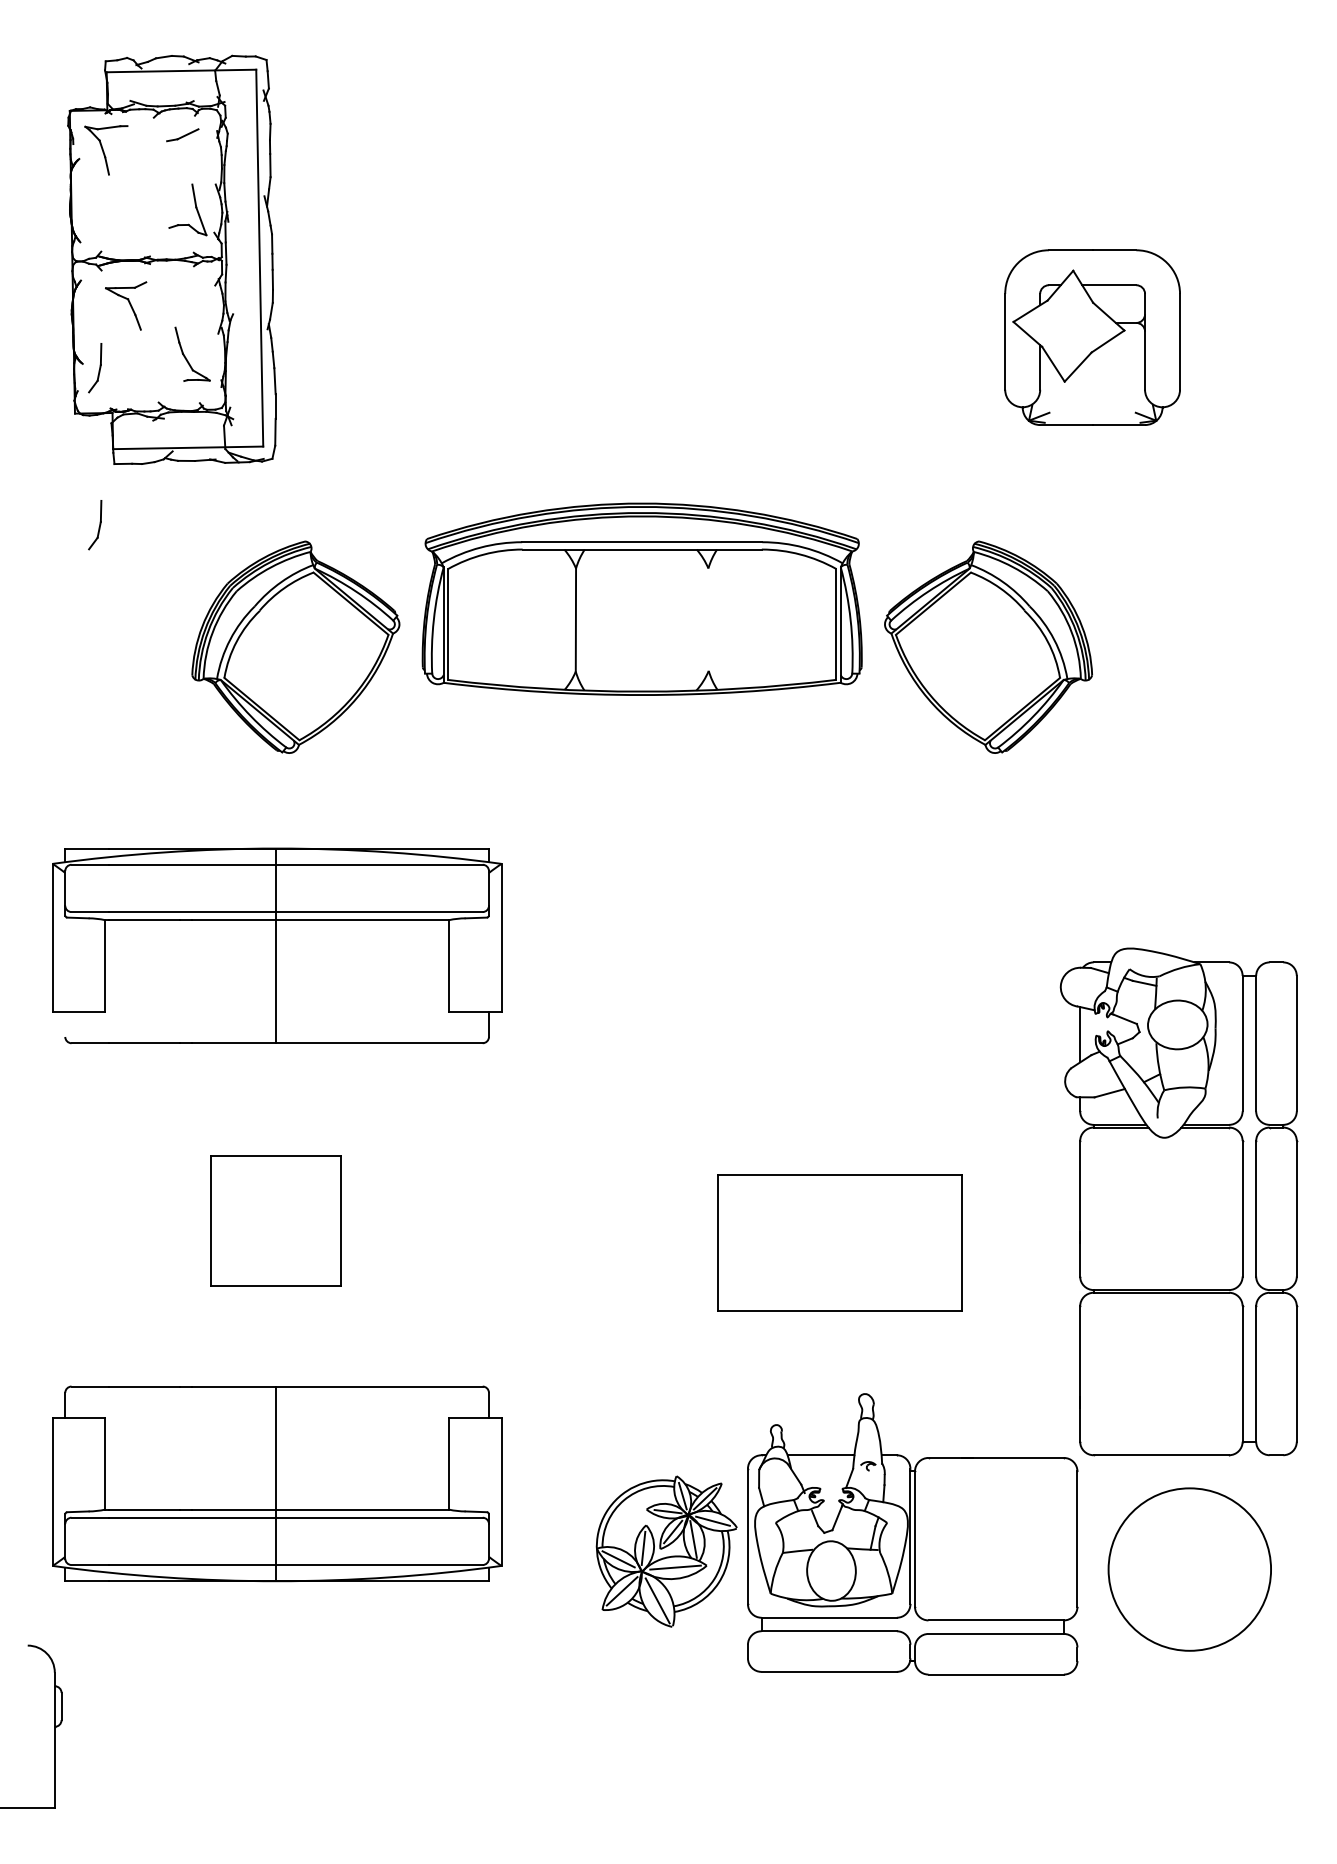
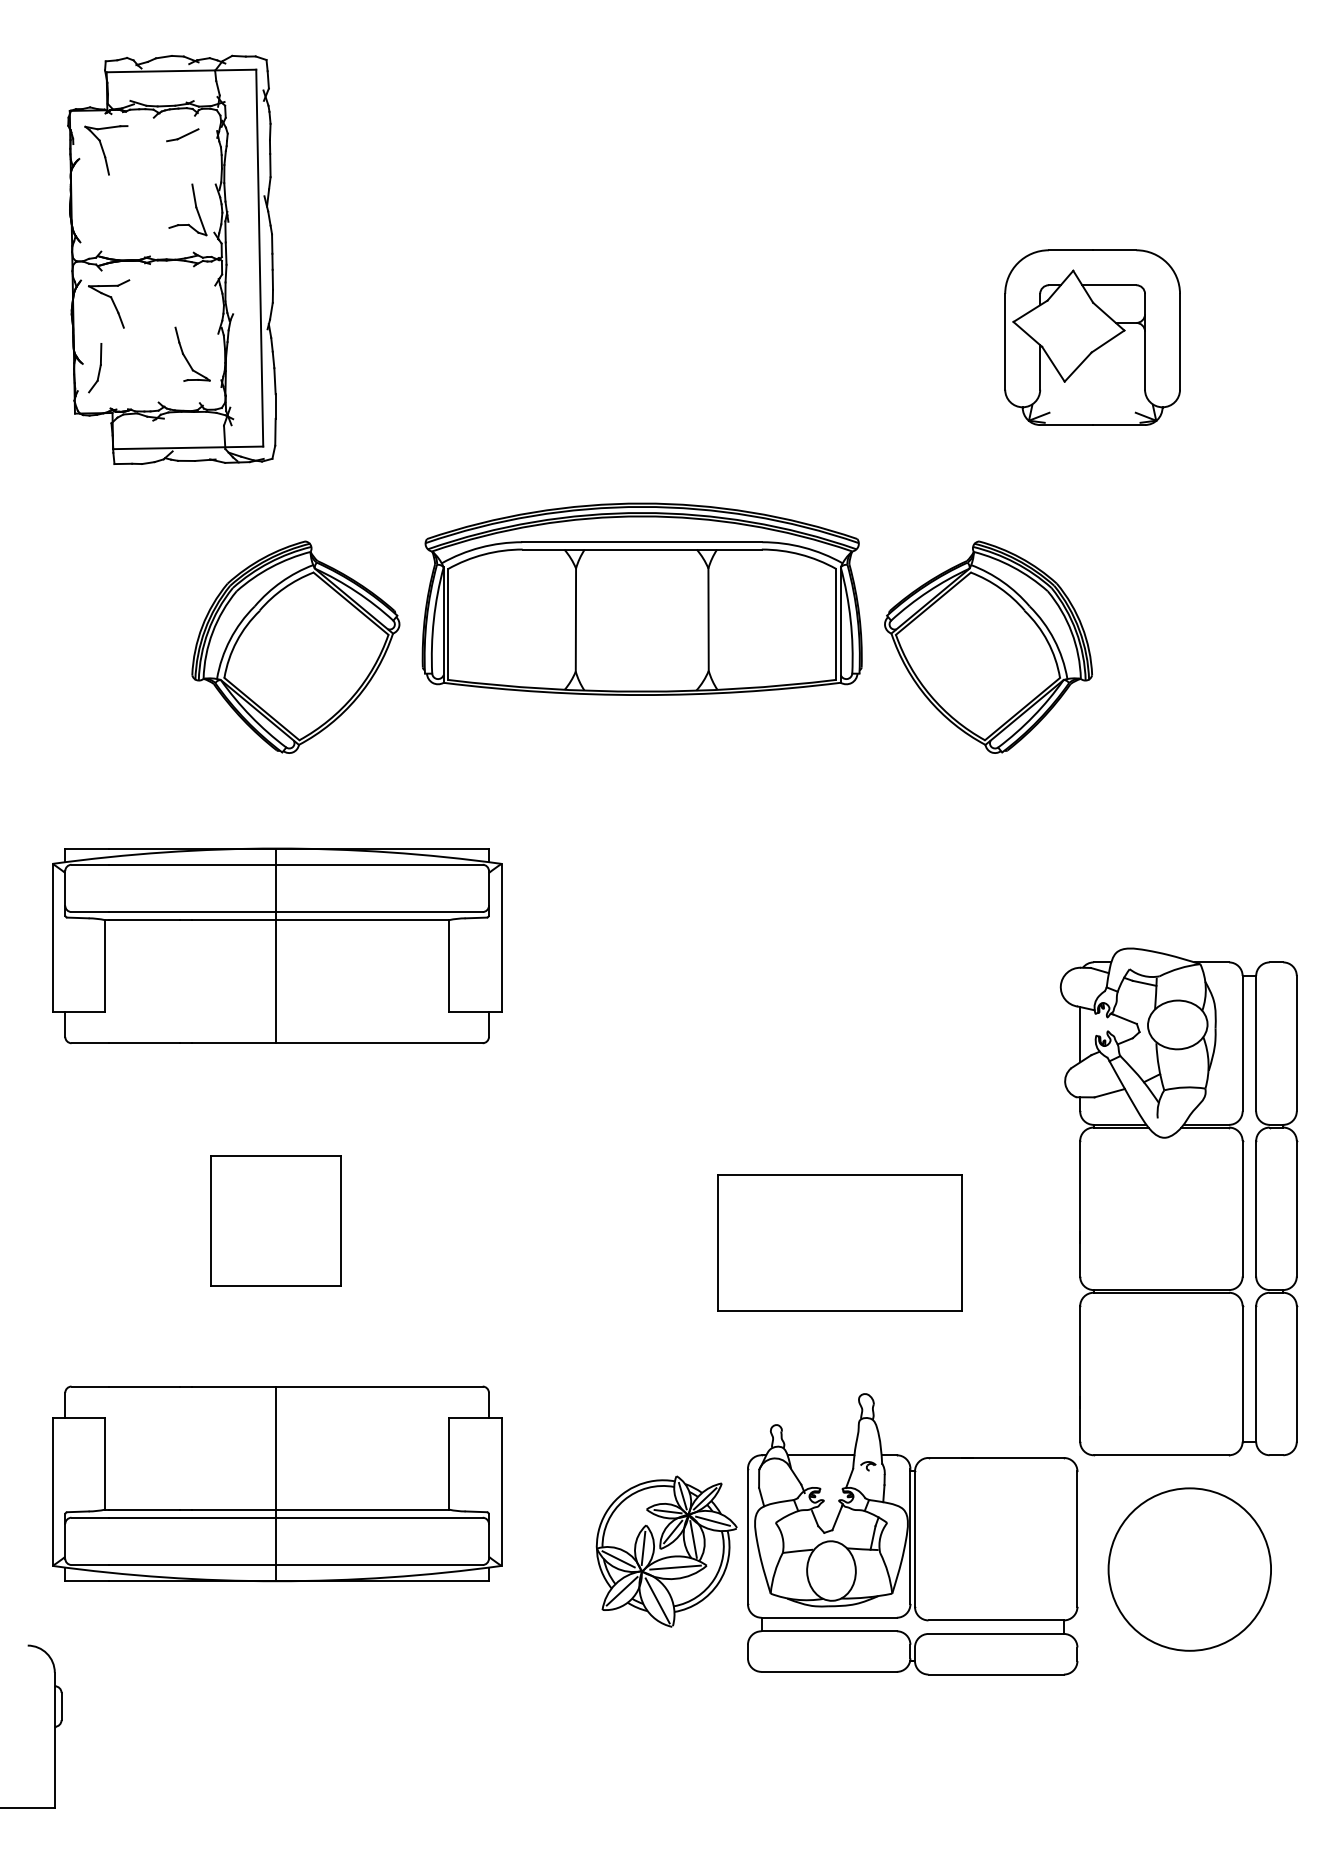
part at (126, 305) position: (126, 305) -> (109, 303)
part at (95, 525): present -> none
line at (708, 619): none -> present
line at (65, 1024): none -> present
